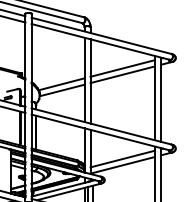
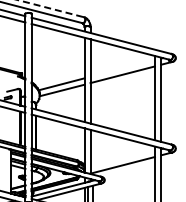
line at (51, 8): solid -> dashed
line at (122, 68): present -> none
line at (122, 158): present -> none
